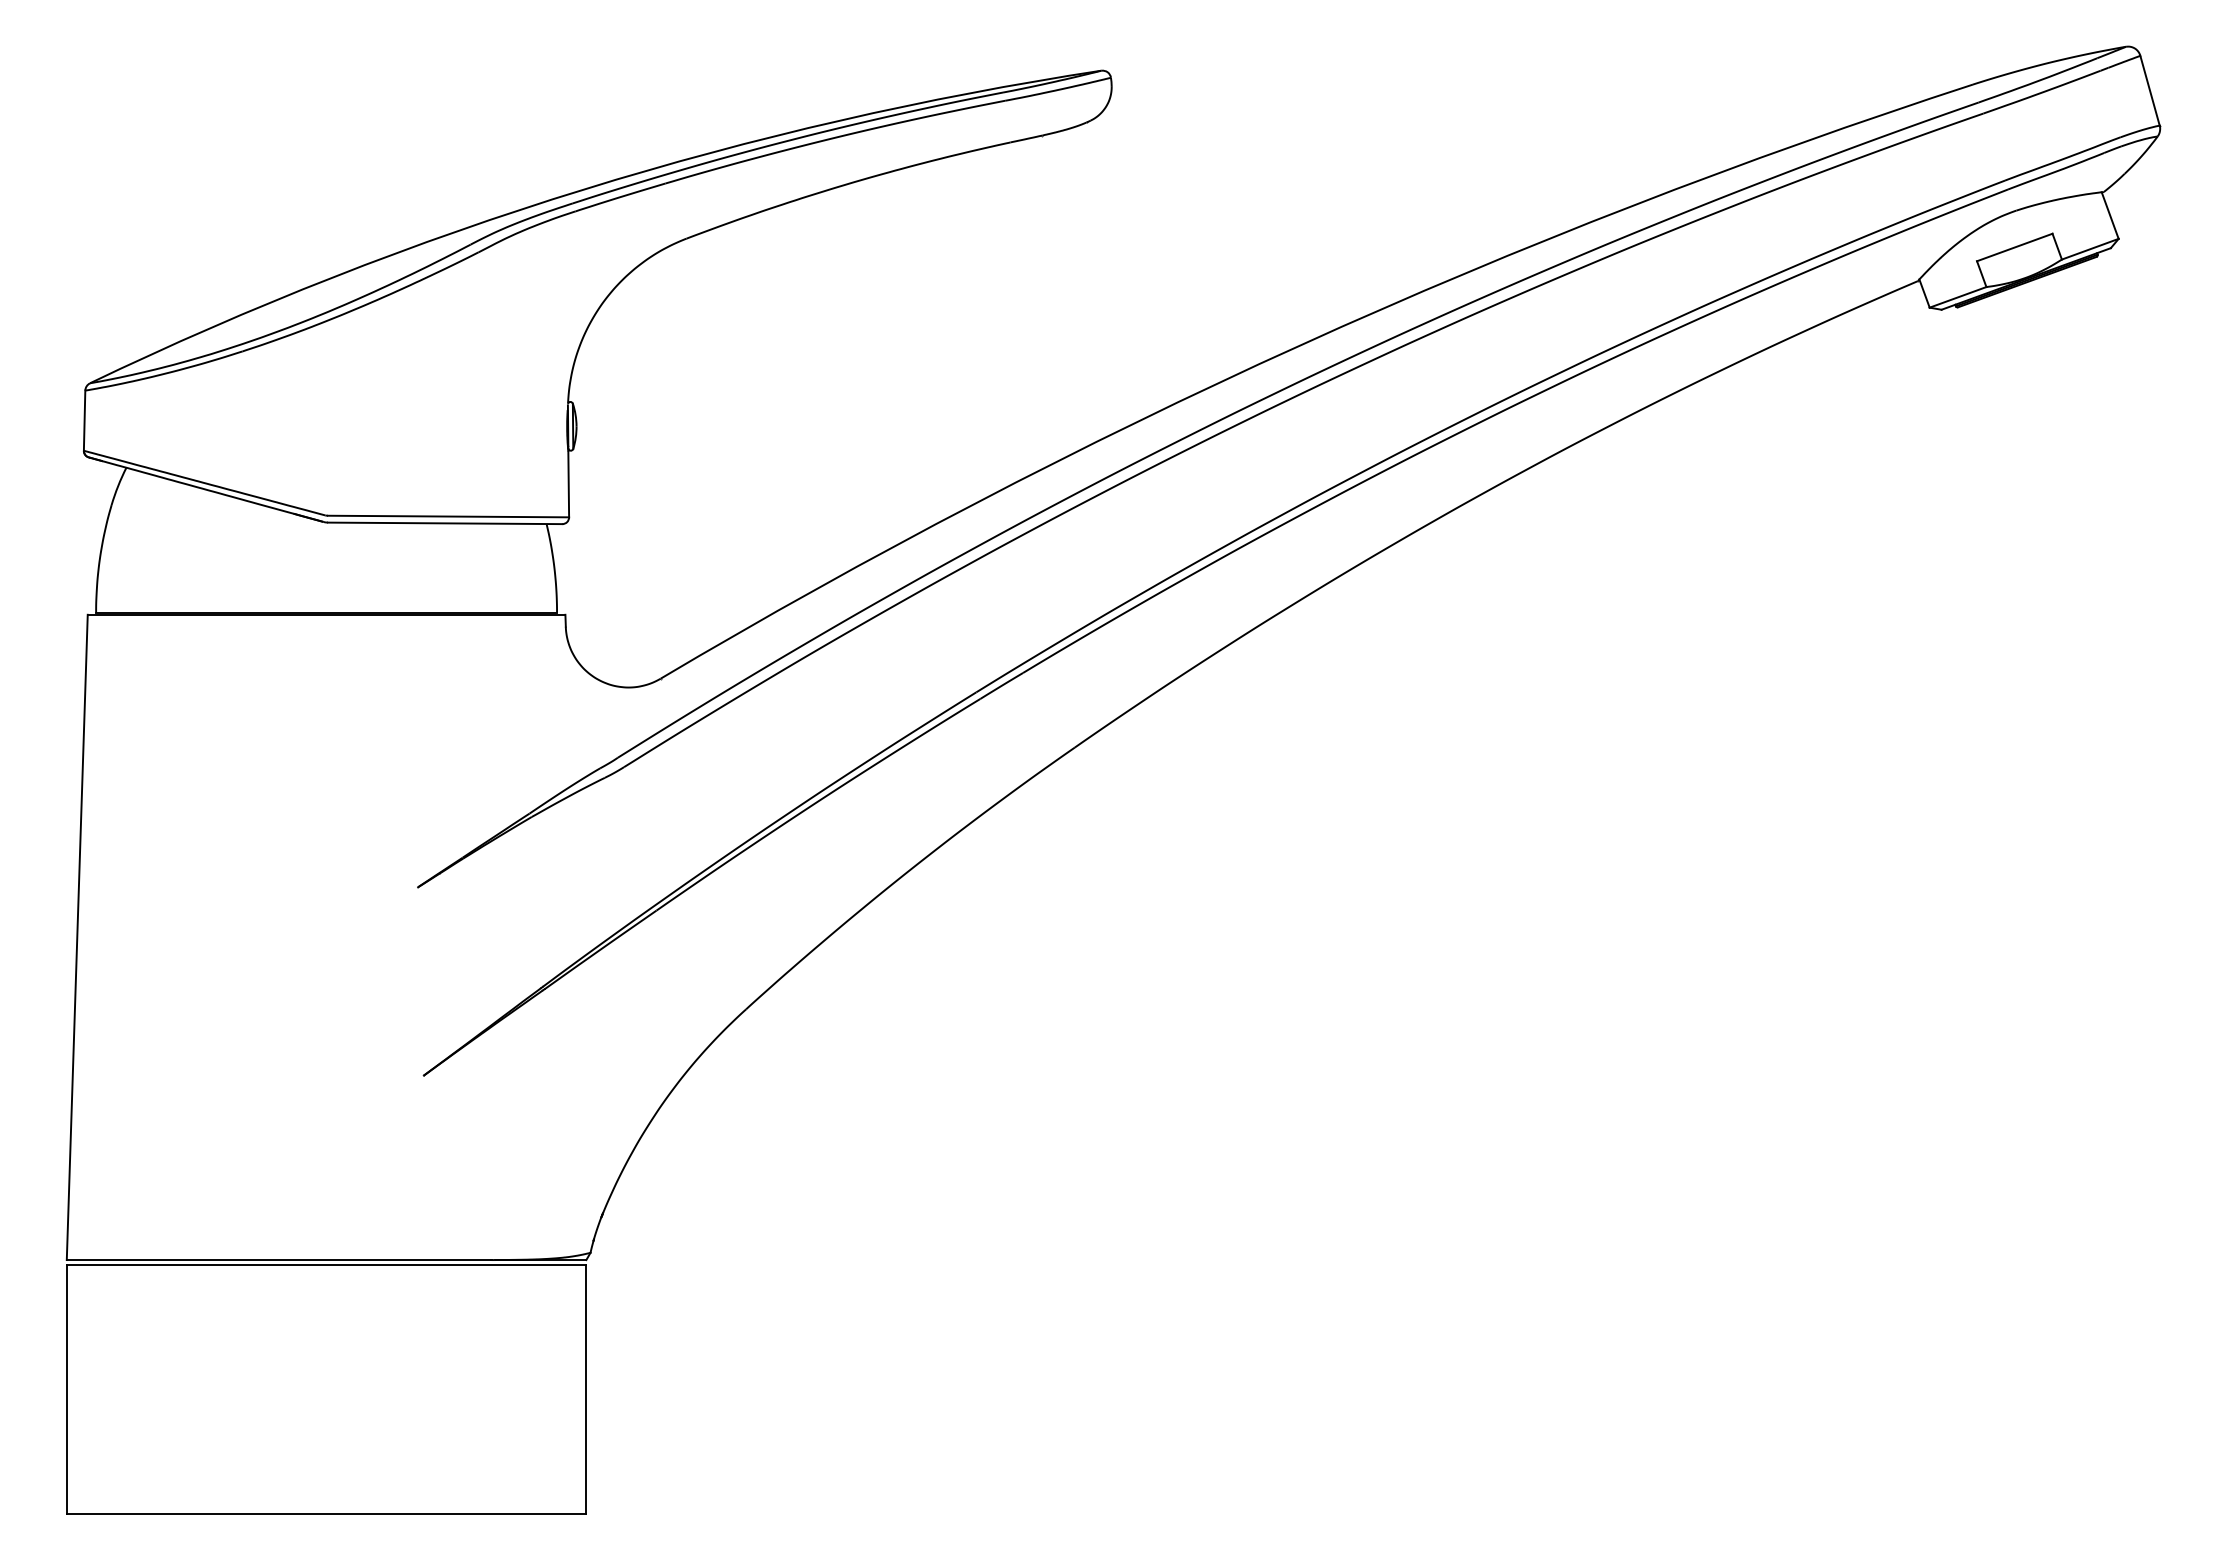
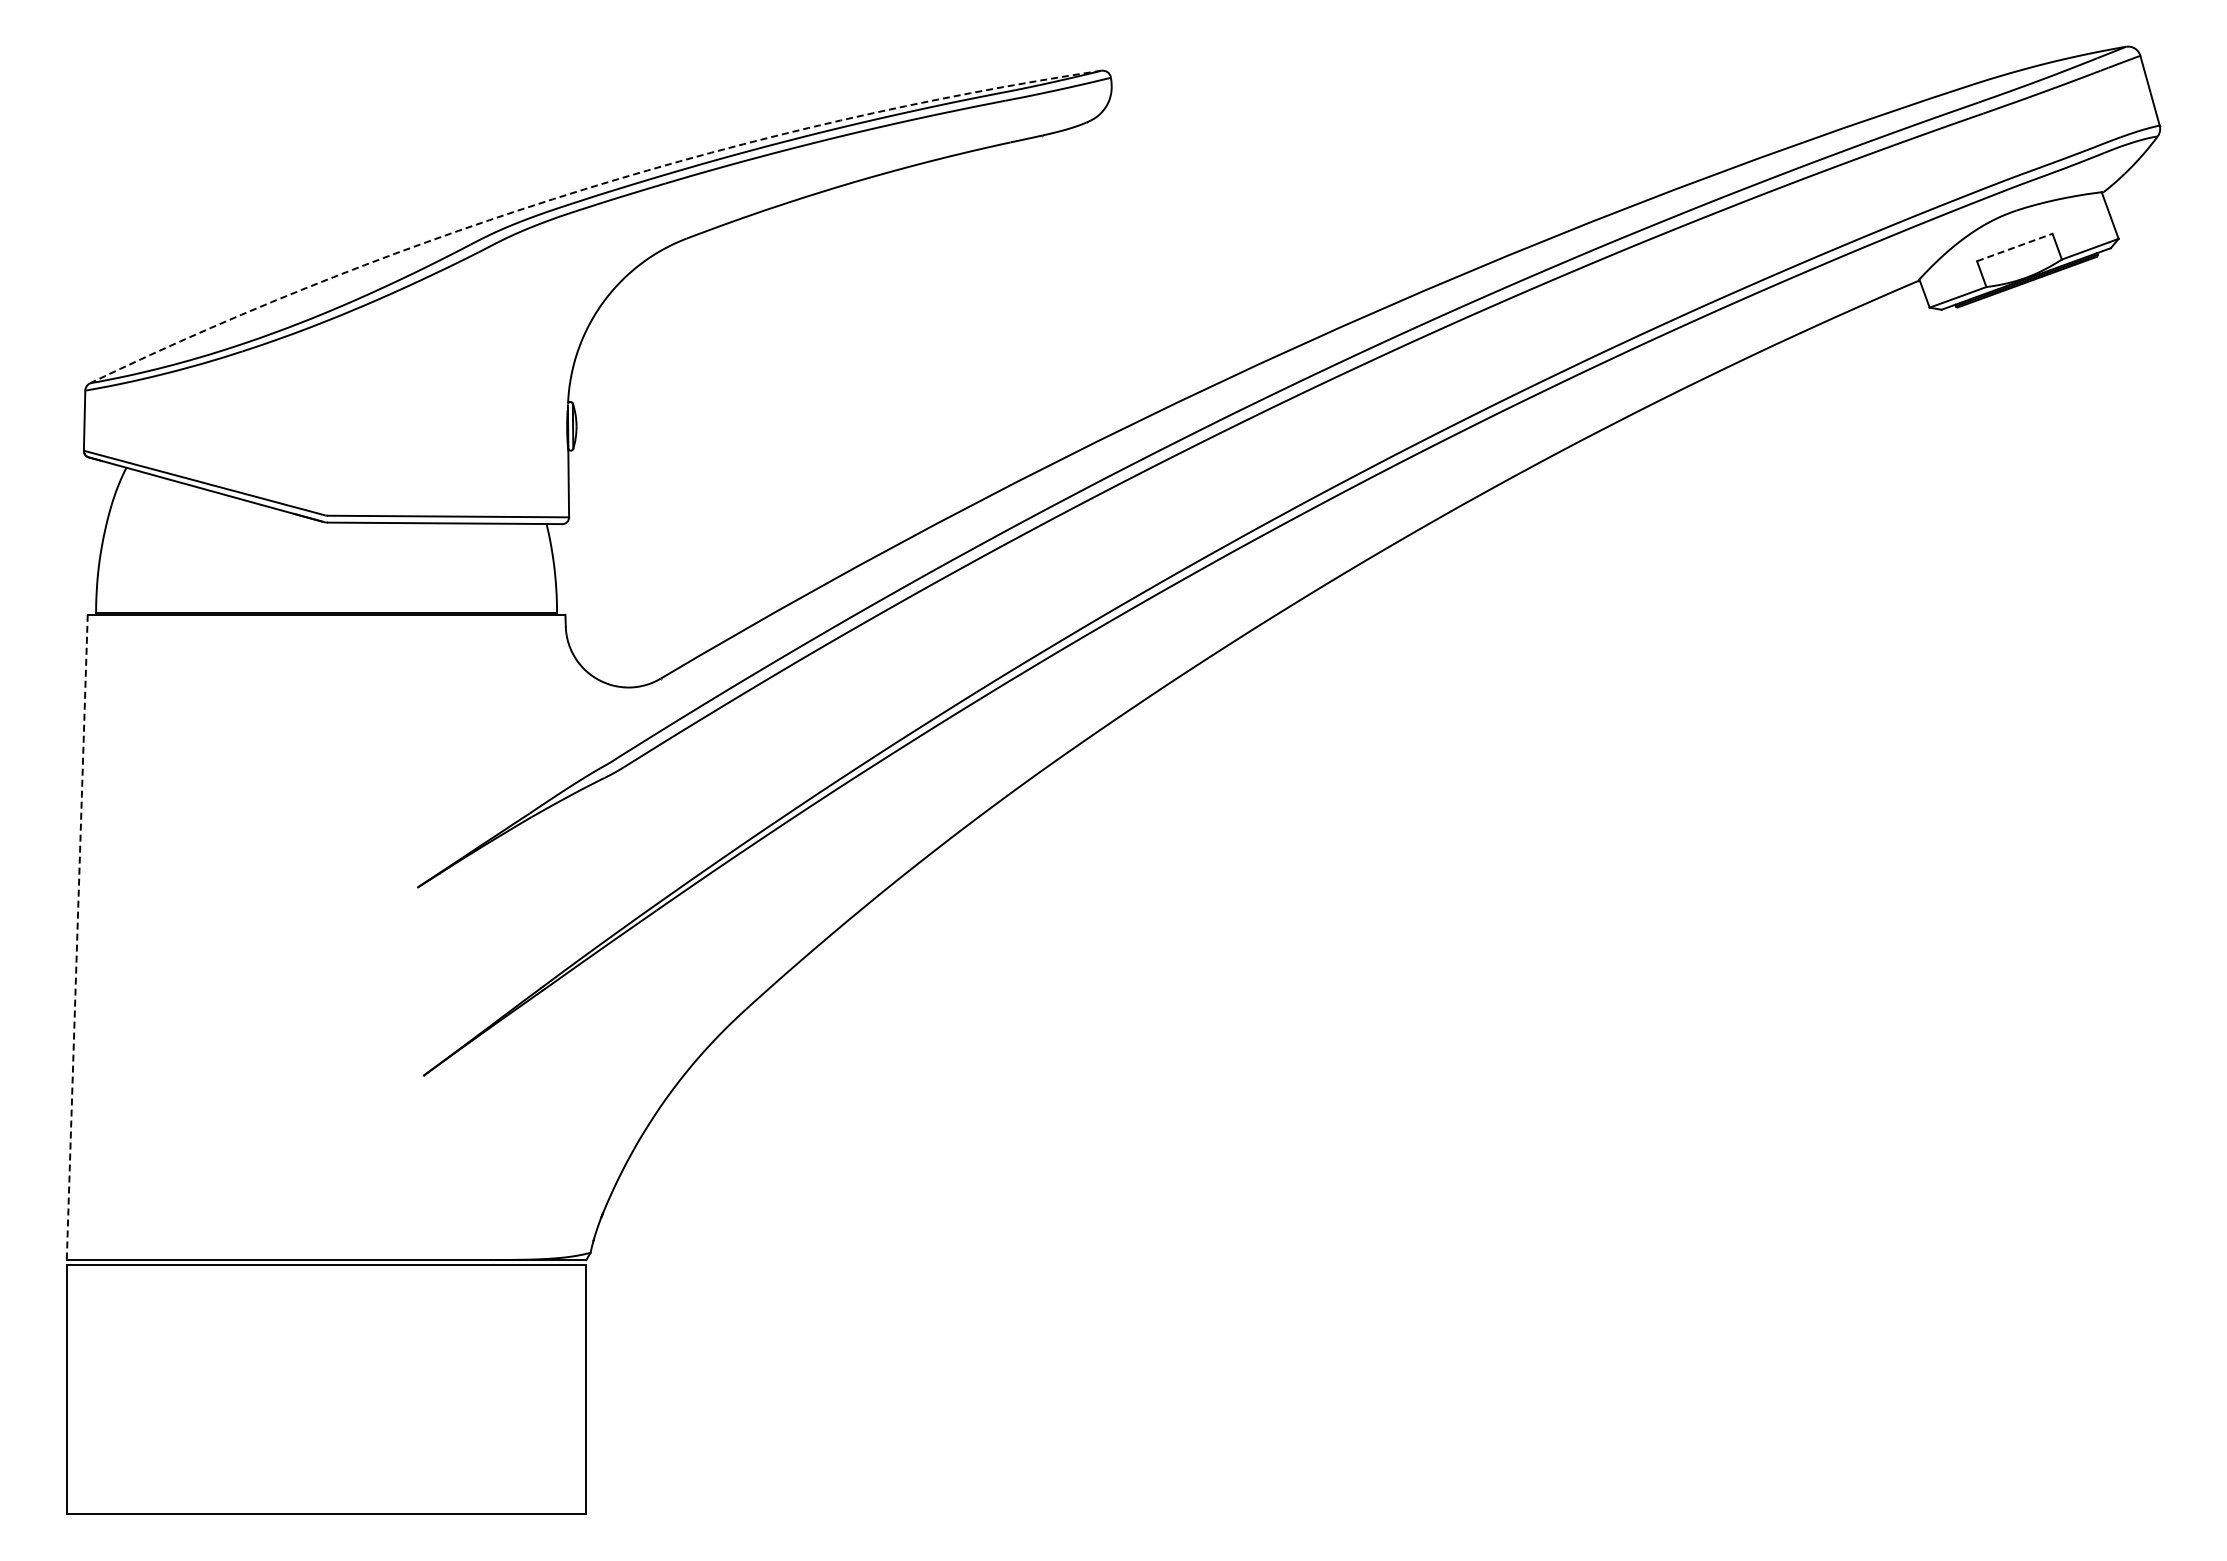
arc at (584, 189): solid -> dashed
line at (2015, 247): solid -> dashed
line at (77, 937): solid -> dashed
